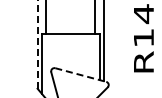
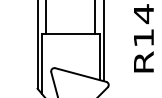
line at (37, 44): dashed -> solid
line at (81, 75): dashed -> solid
